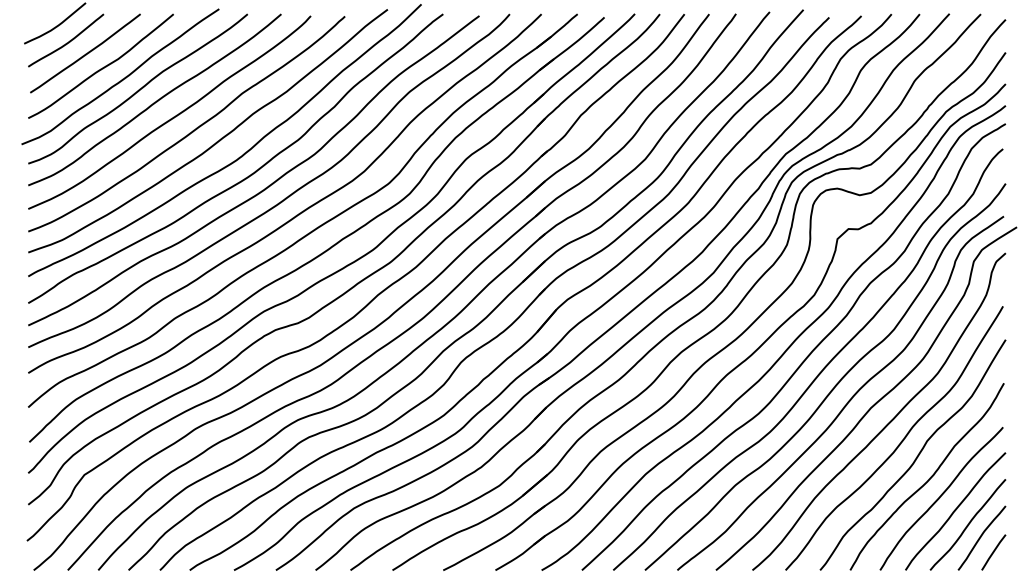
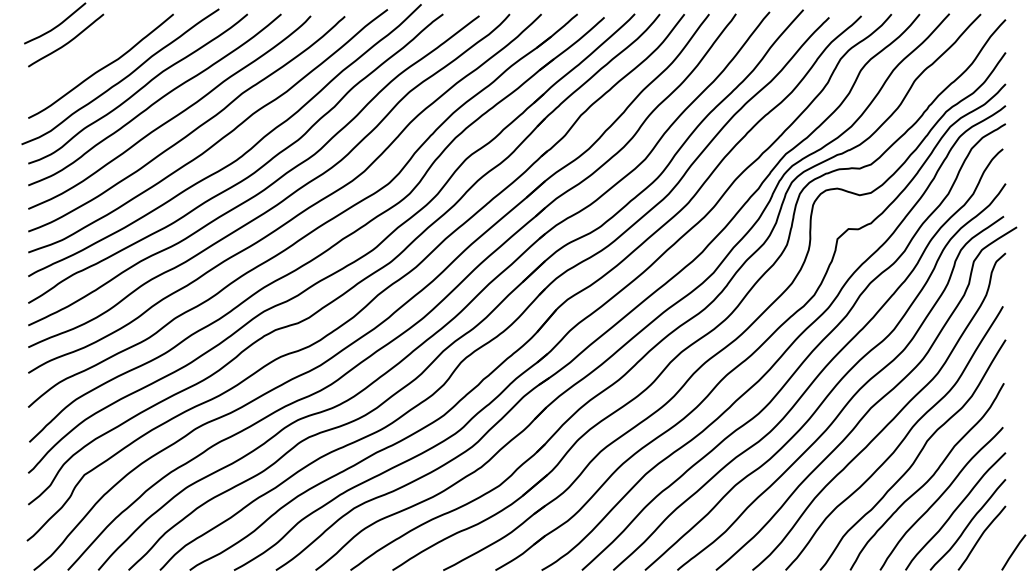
curve at (85, 53): present -> none
line at (993, 552) position: (993, 552) -> (1013, 552)
